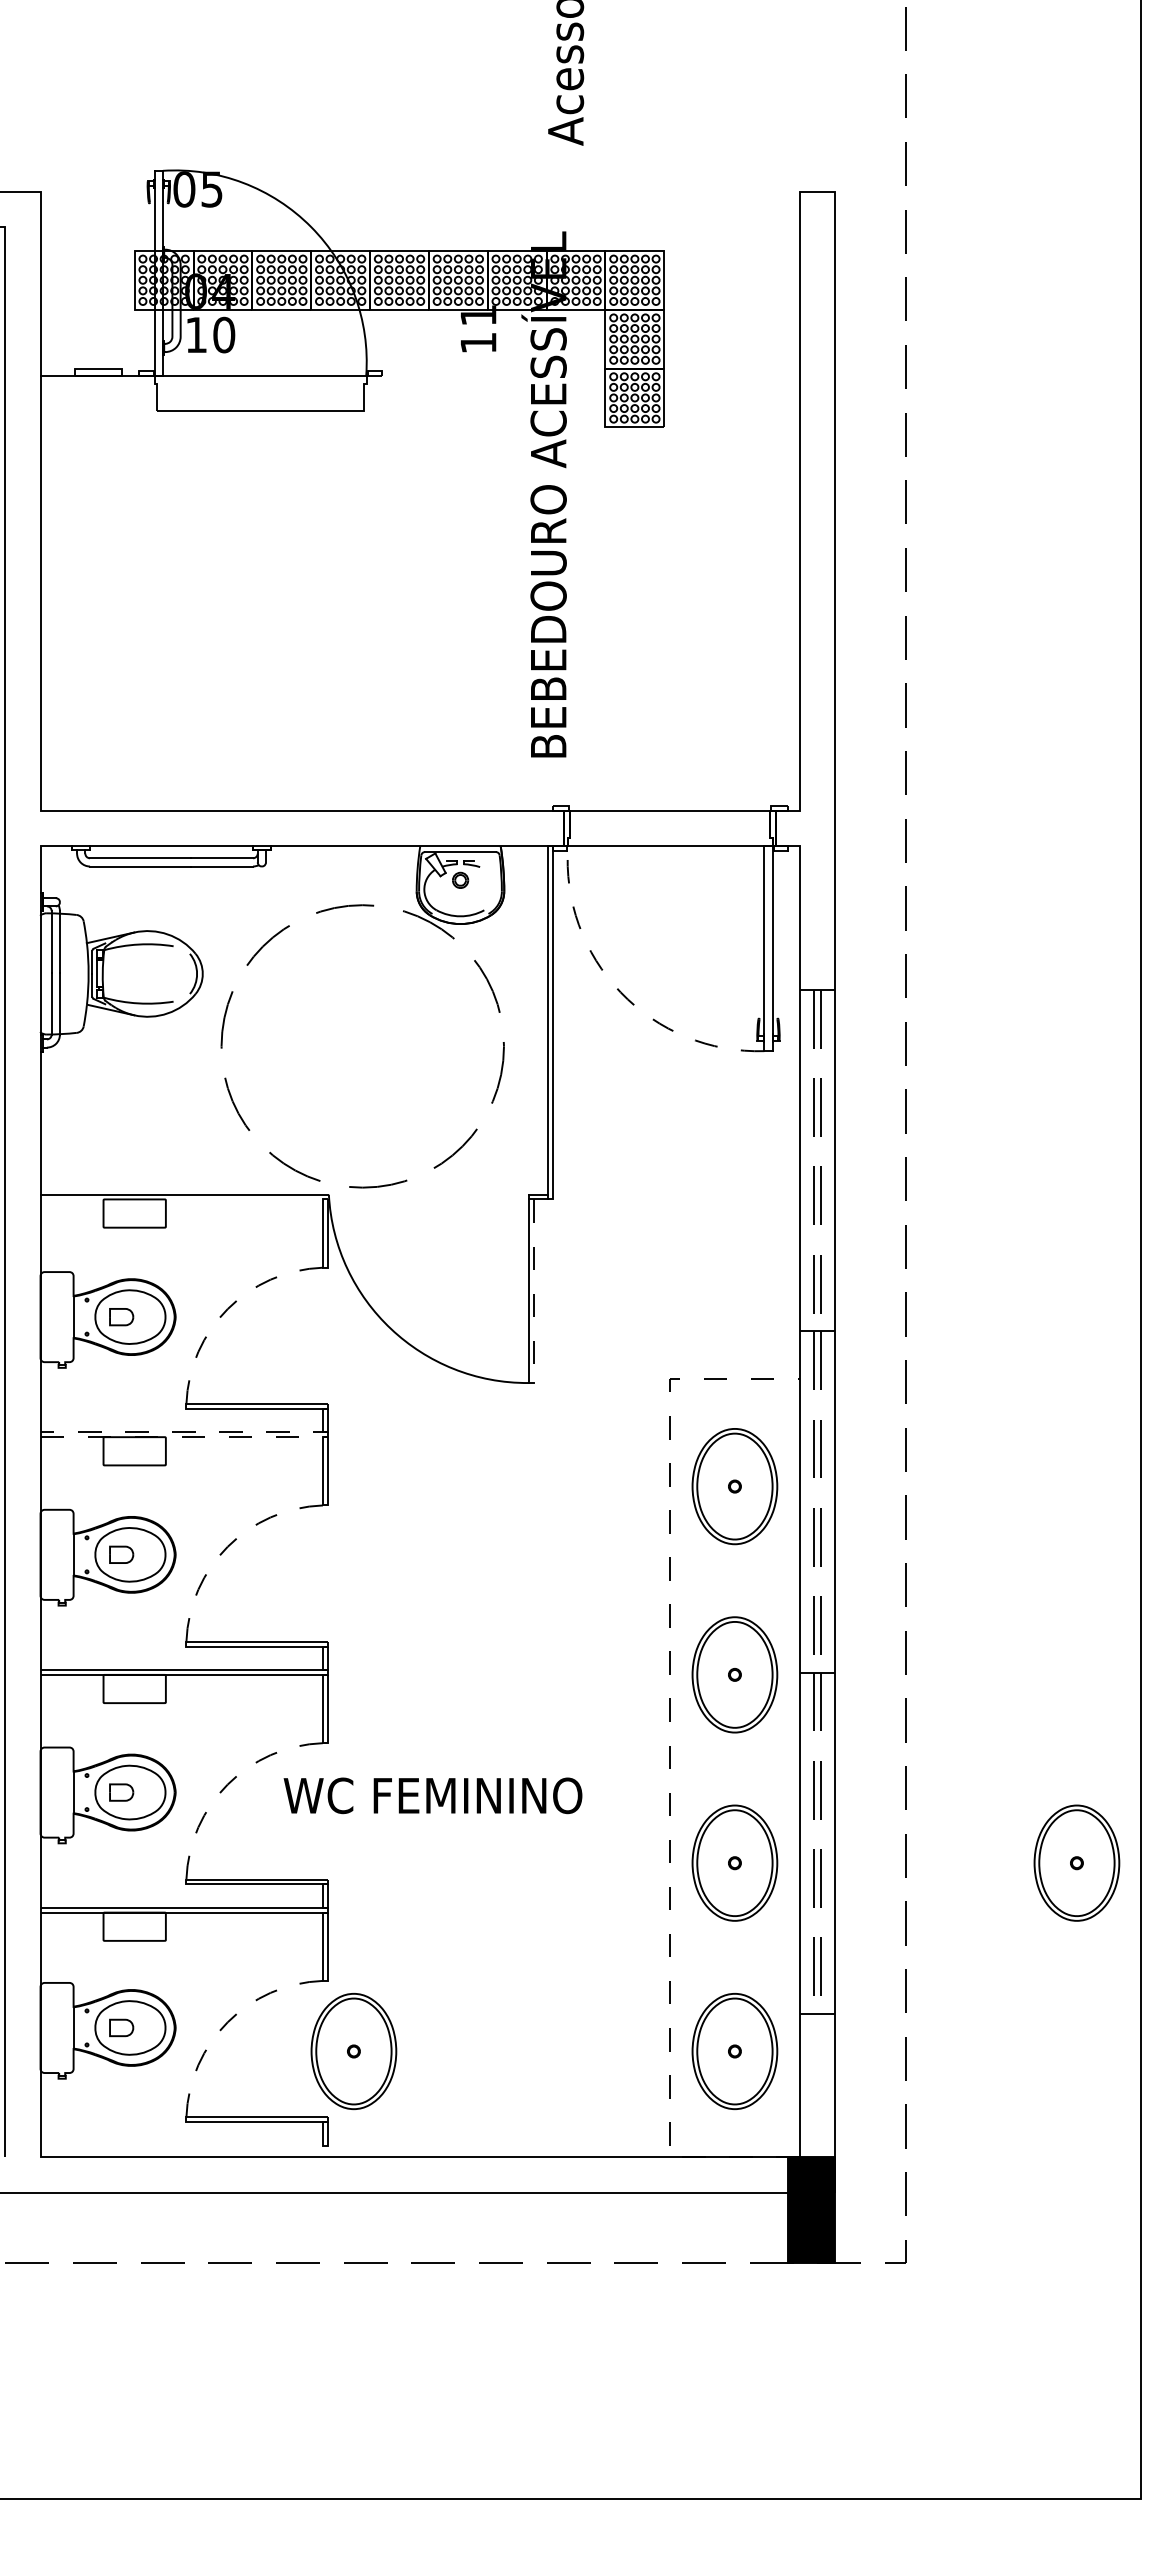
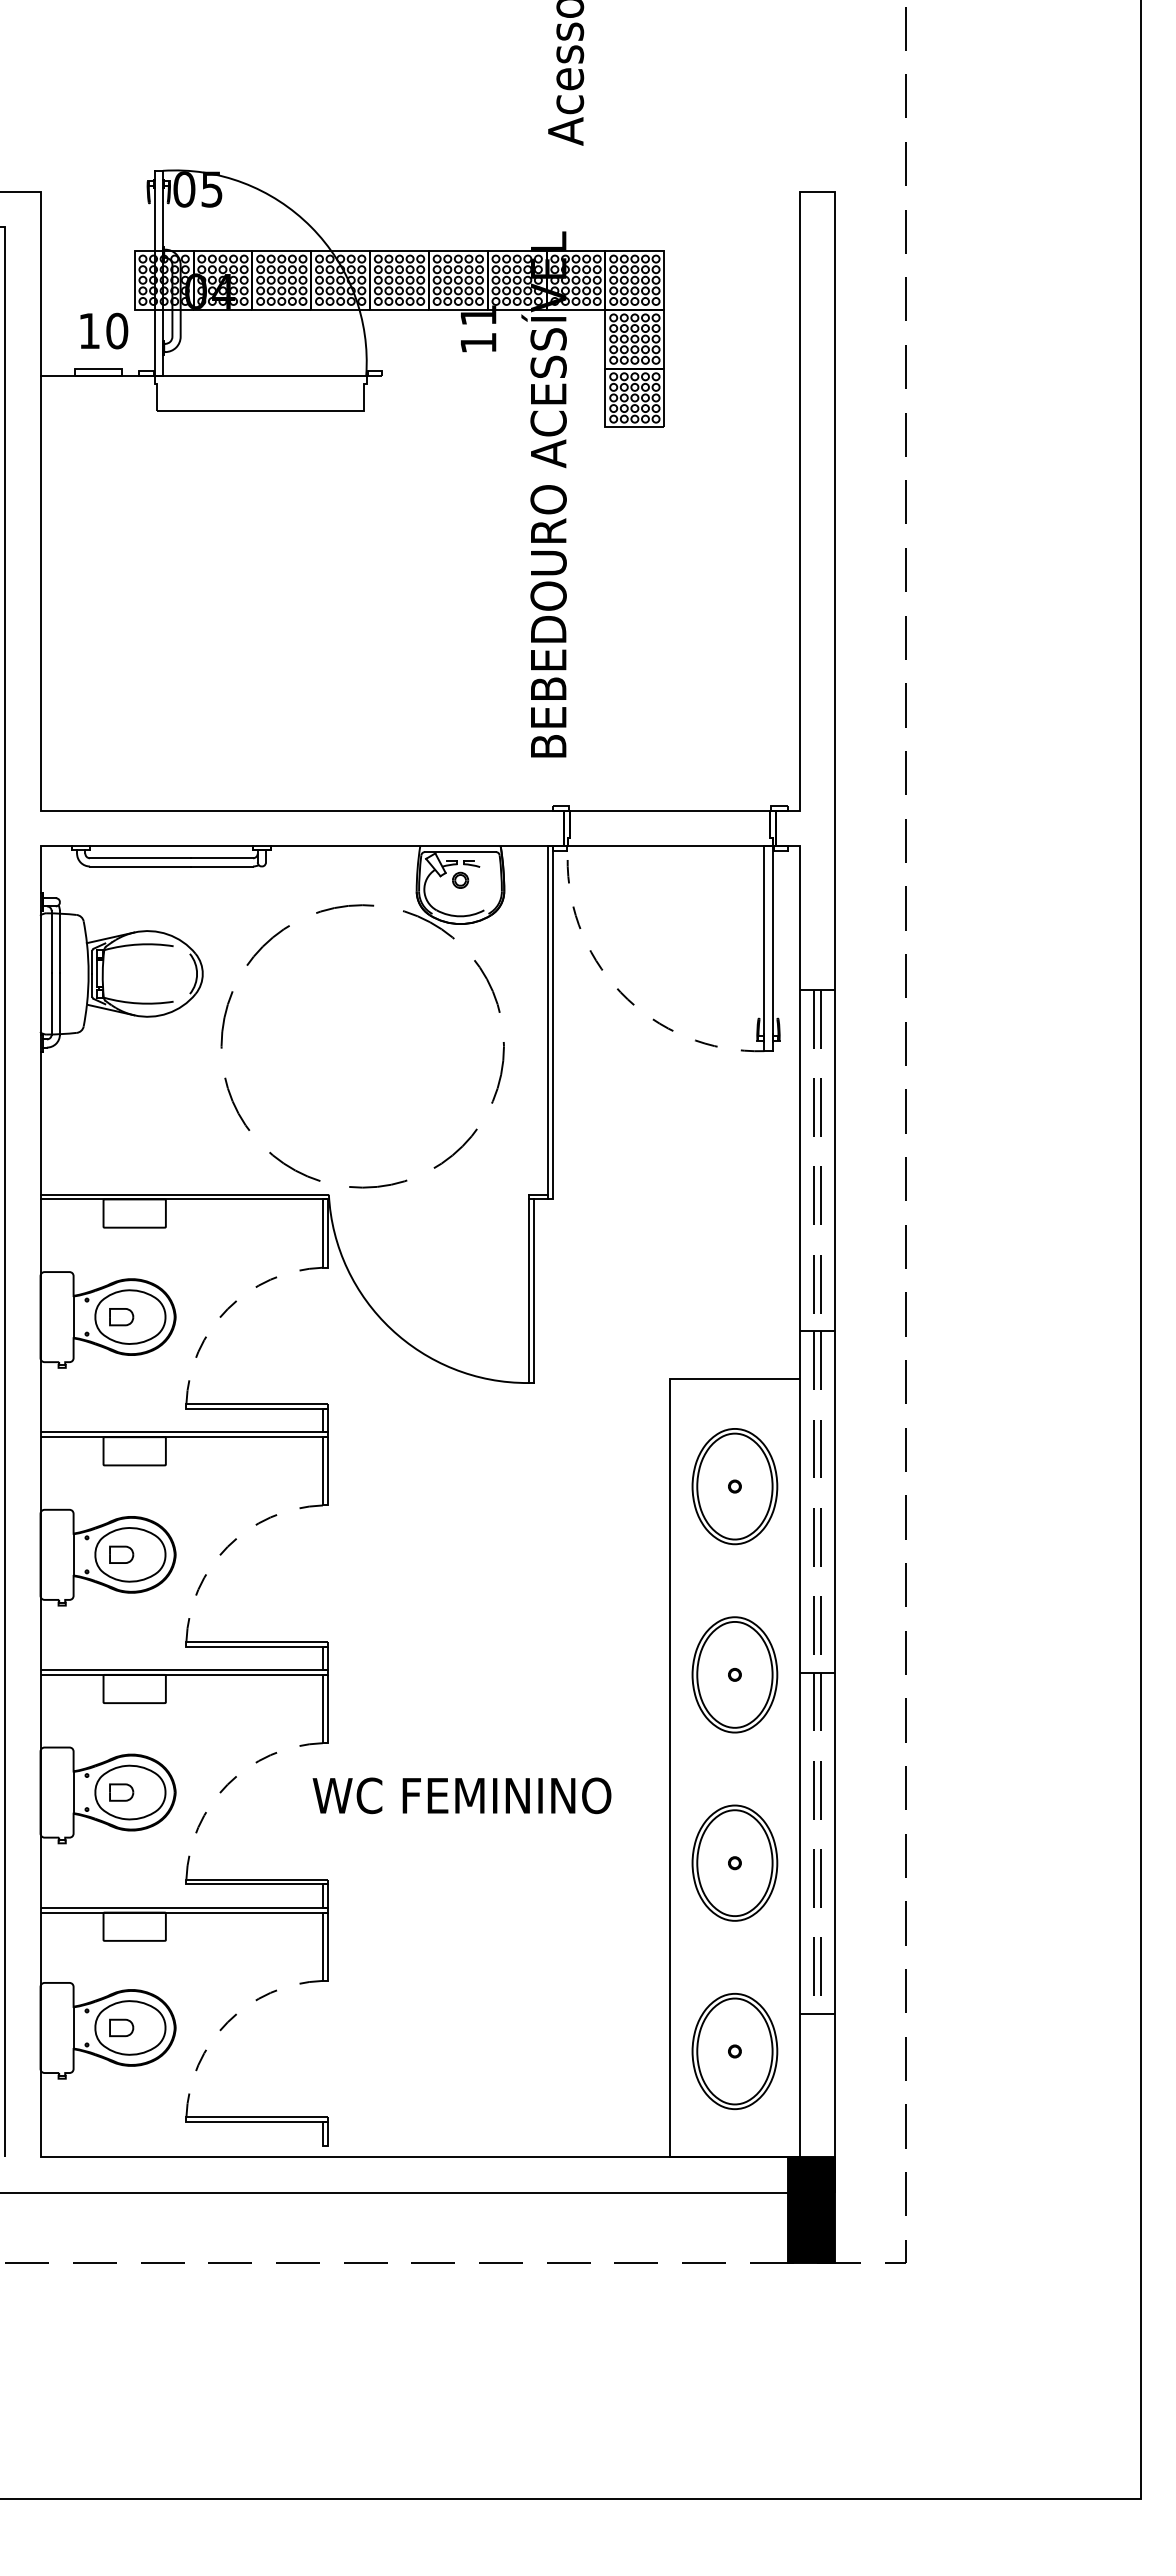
text at (211, 334) position: (211, 334) -> (104, 330)
line at (183, 1199): none -> present
line at (533, 1291): dashed -> solid
line at (327, 1434): dashed -> solid
line at (670, 1767): dashed -> solid
text at (432, 1795) position: (432, 1795) -> (461, 1795)
part at (1076, 1862): present -> none
part at (353, 2051): present -> none
